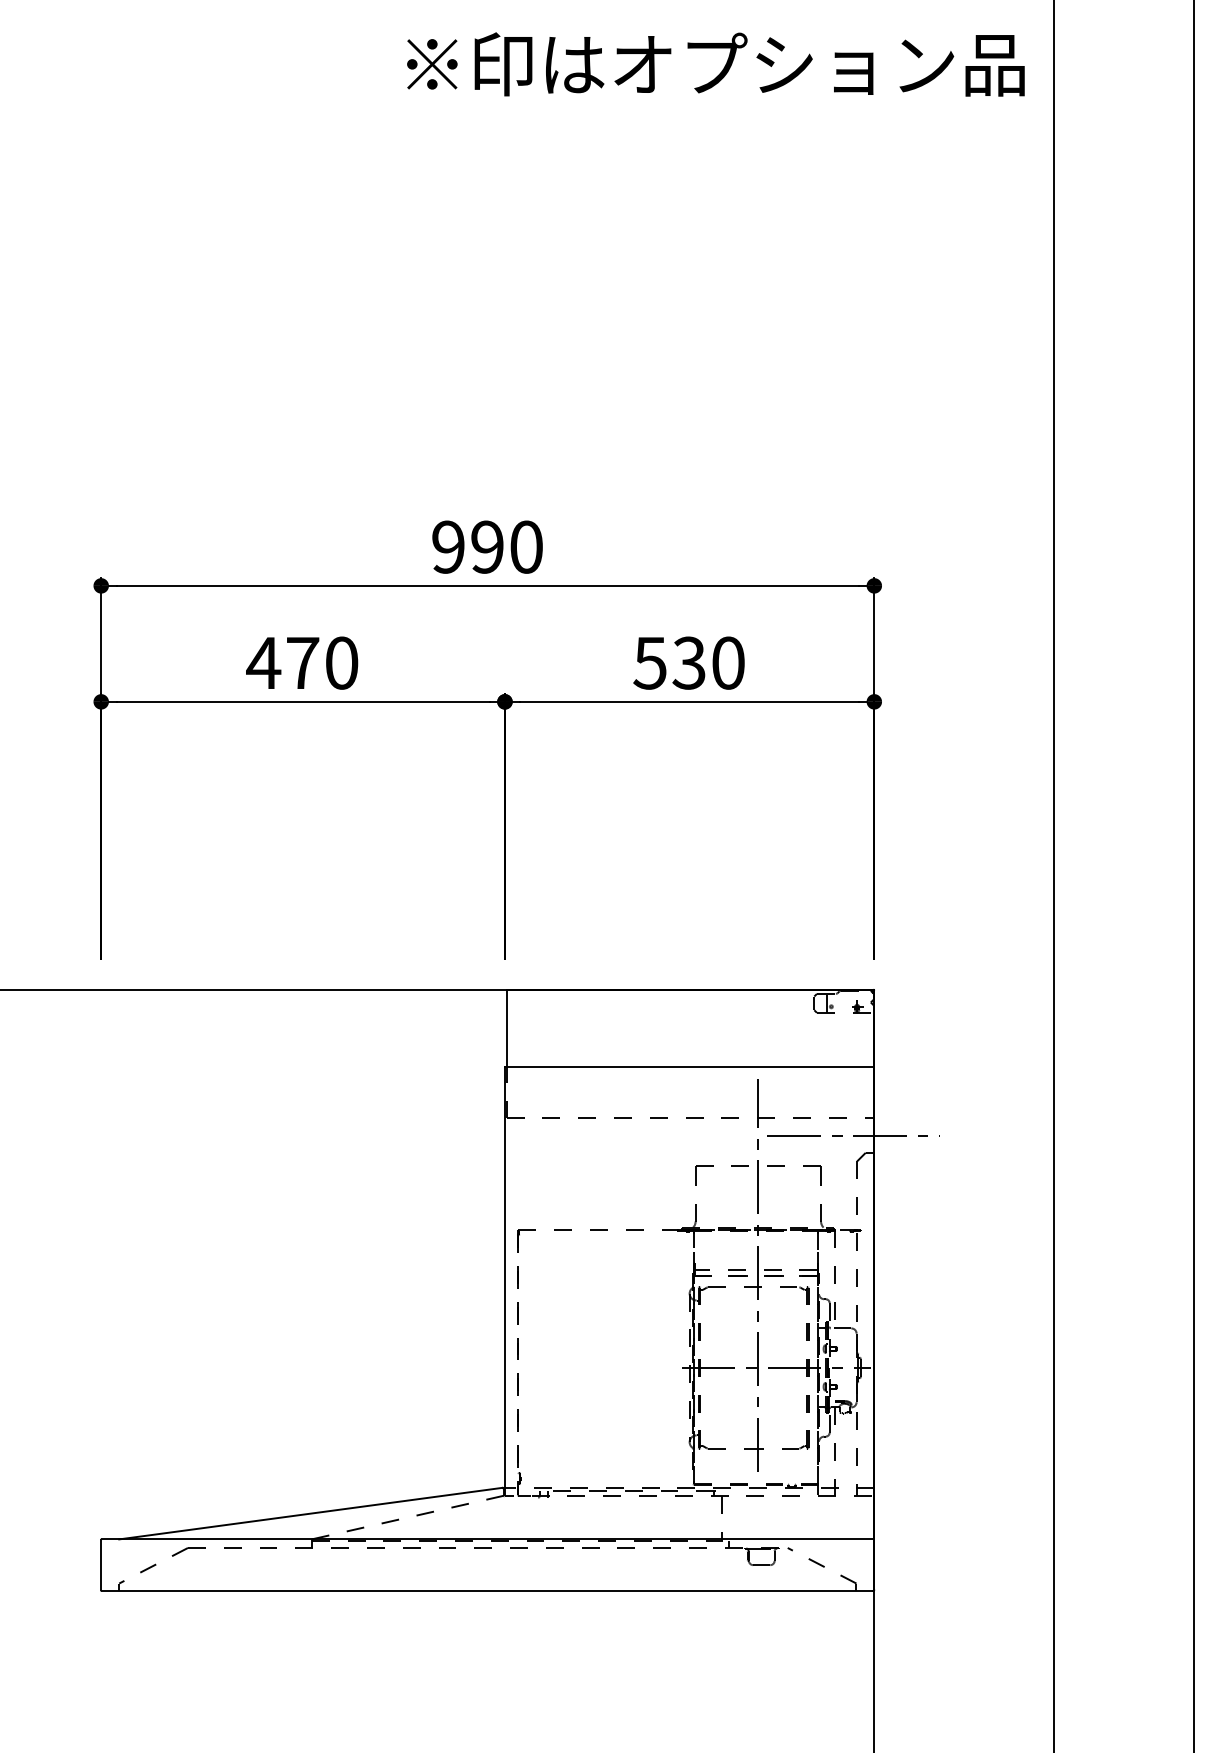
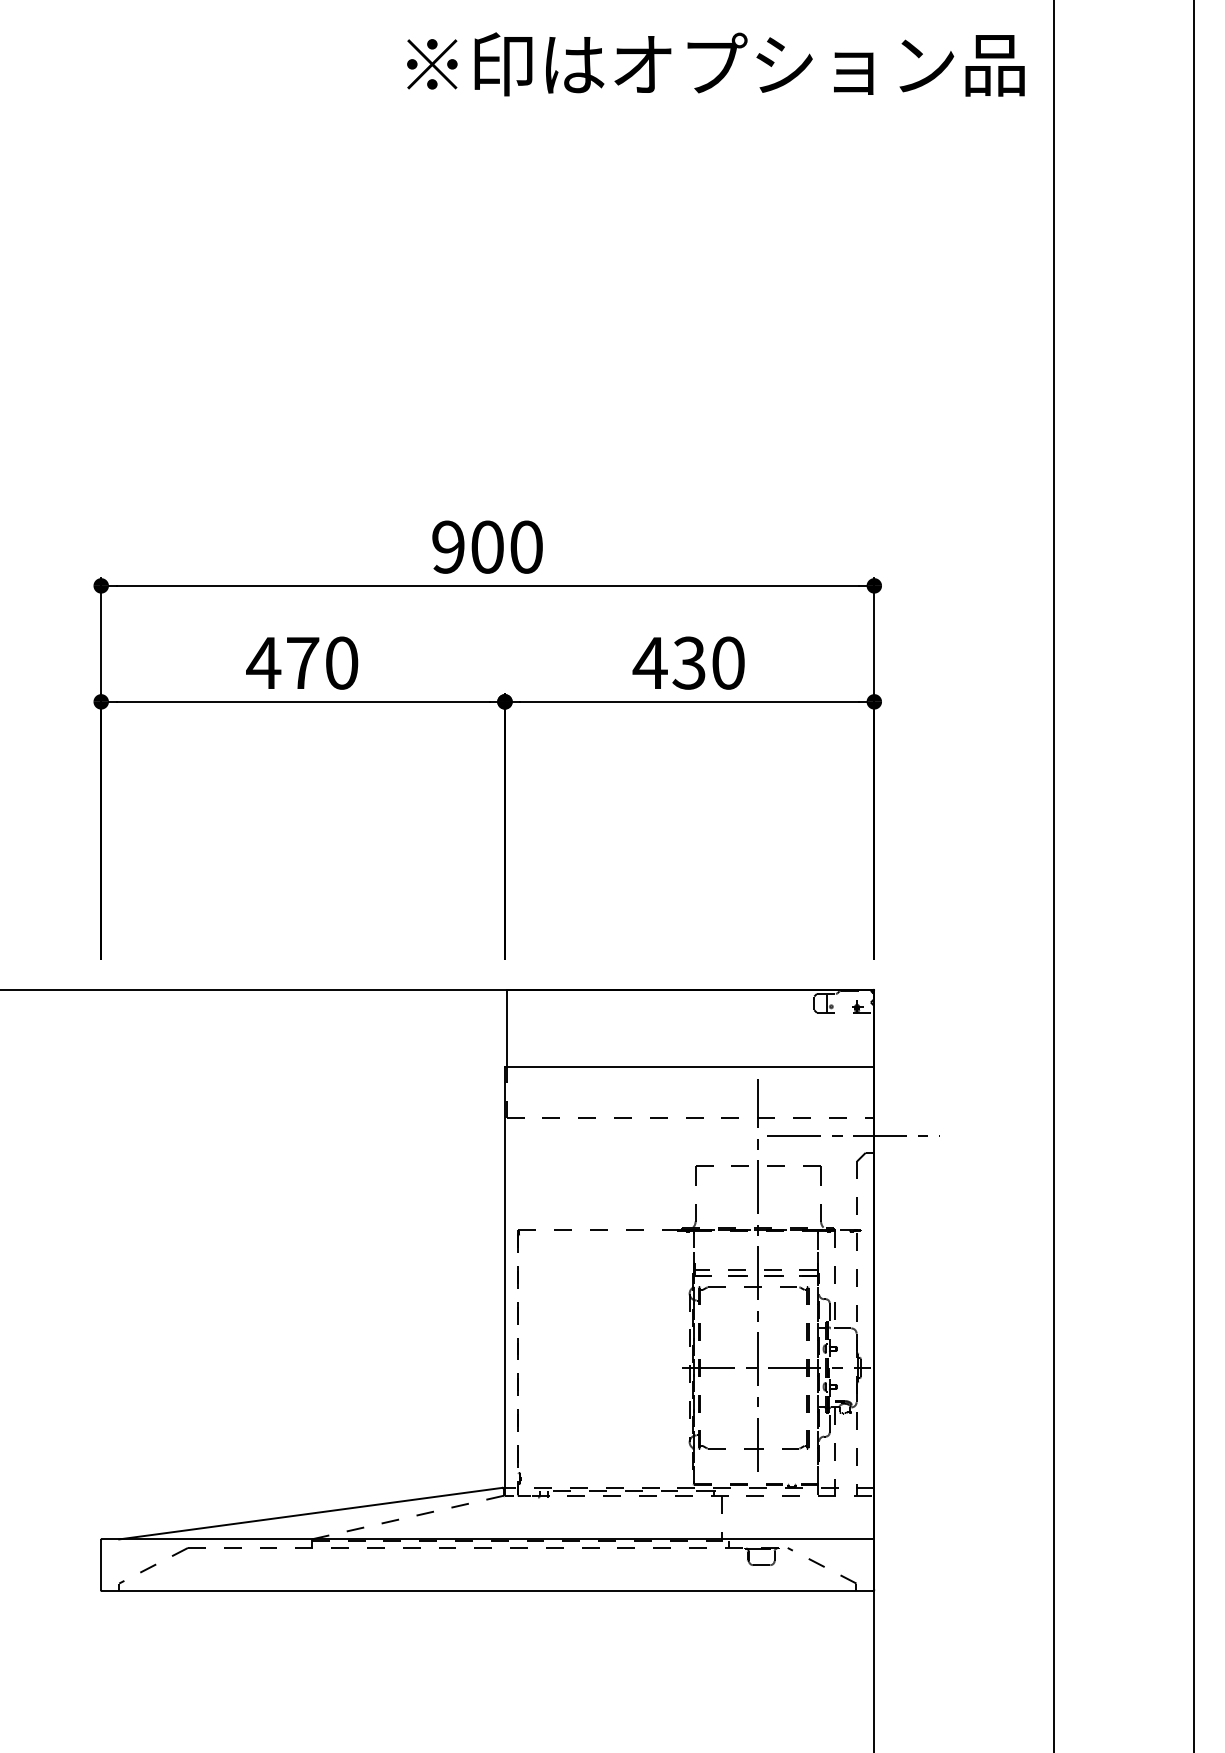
text at (487, 546): 990 -> 900
text at (649, 663): 530 -> 430
